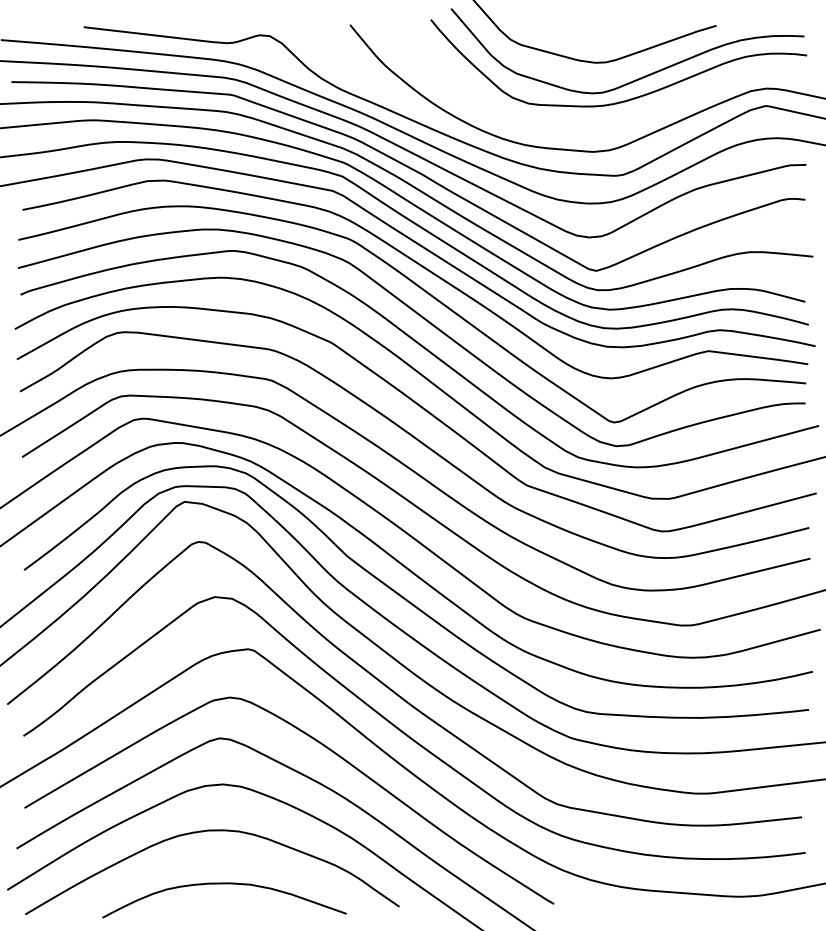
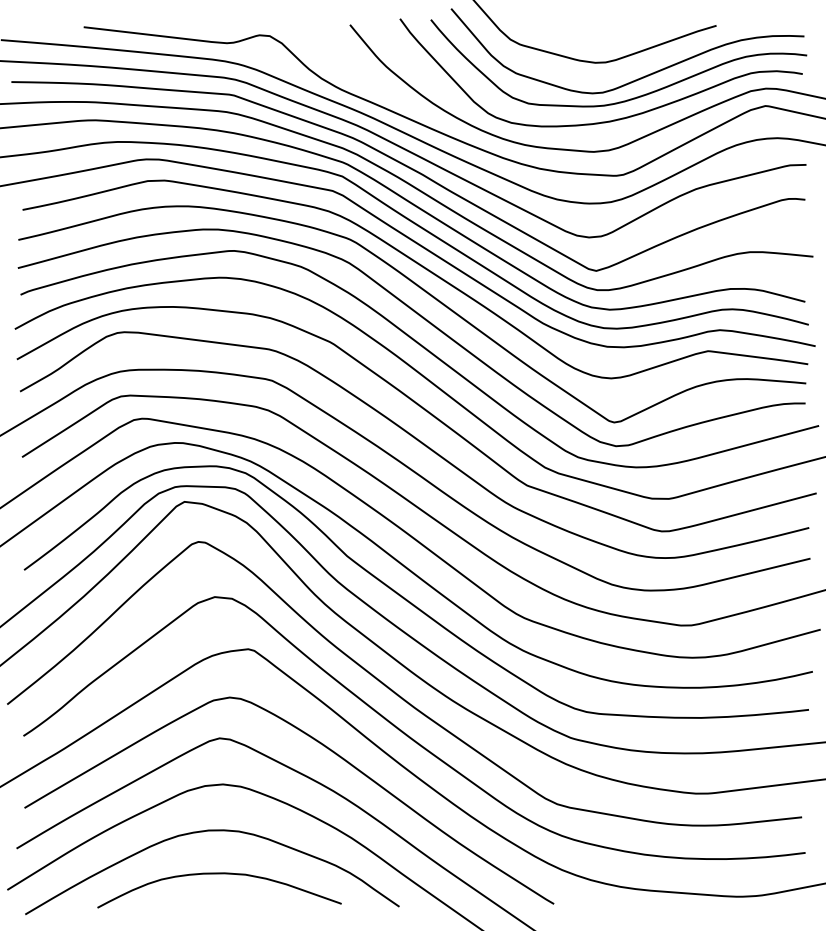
curve at (608, 120): none -> present
curve at (224, 884) position: (224, 884) -> (219, 874)
